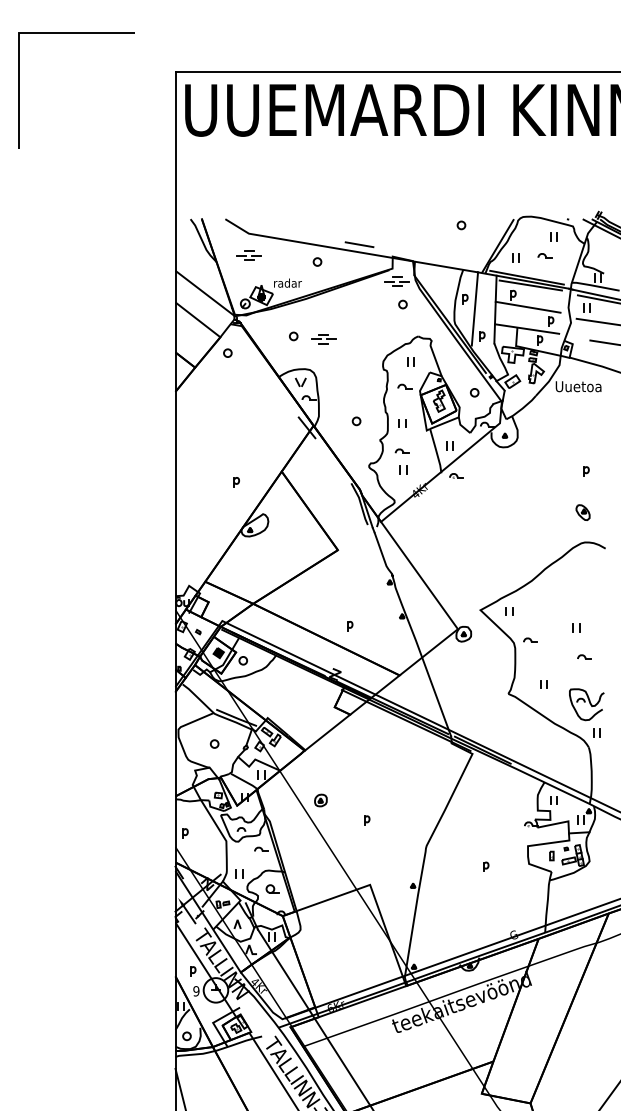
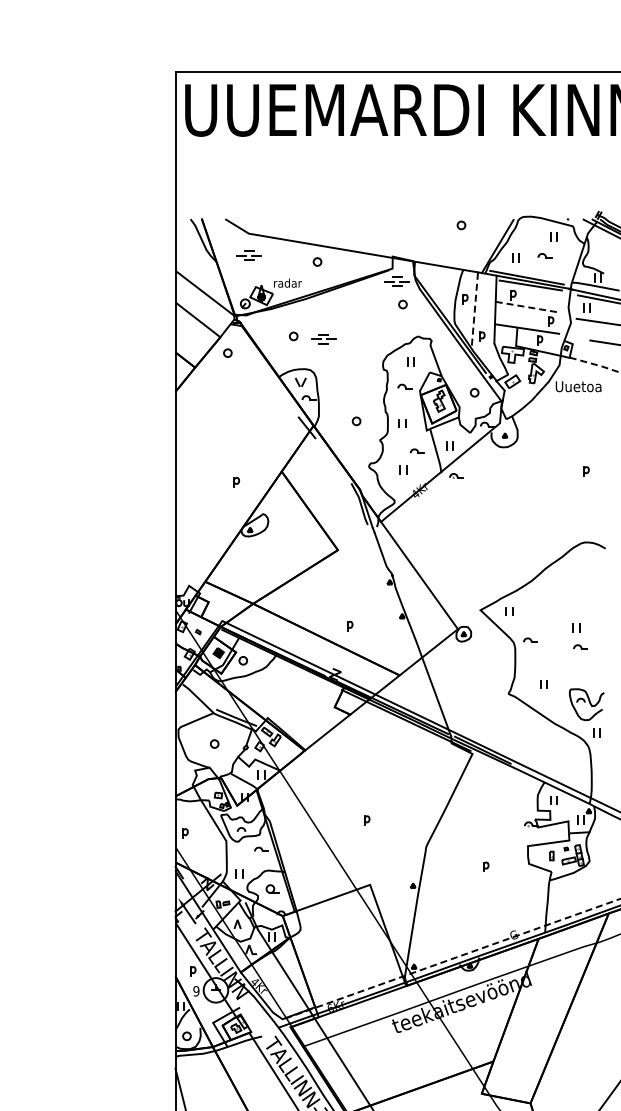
line at (76, 33): present -> none
line at (359, 244): present -> none
line at (528, 307): solid -> dashed
line at (474, 308): solid -> dashed
line at (595, 364): solid -> dashed
part at (401, 450) position: (401, 450) -> (416, 450)
part at (582, 512): present -> none
part at (584, 656) position: (584, 656) -> (580, 646)
part at (320, 800): present -> none
line at (452, 958): solid -> dashed
